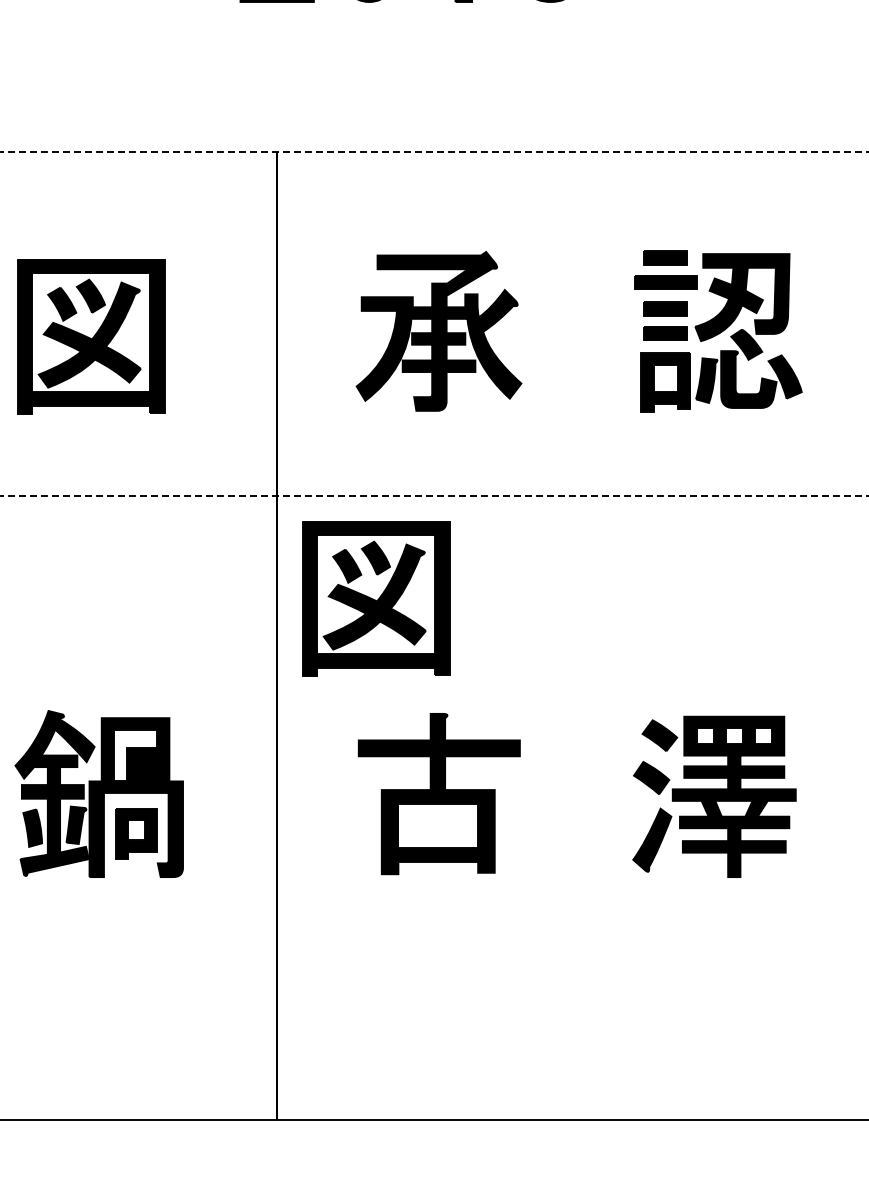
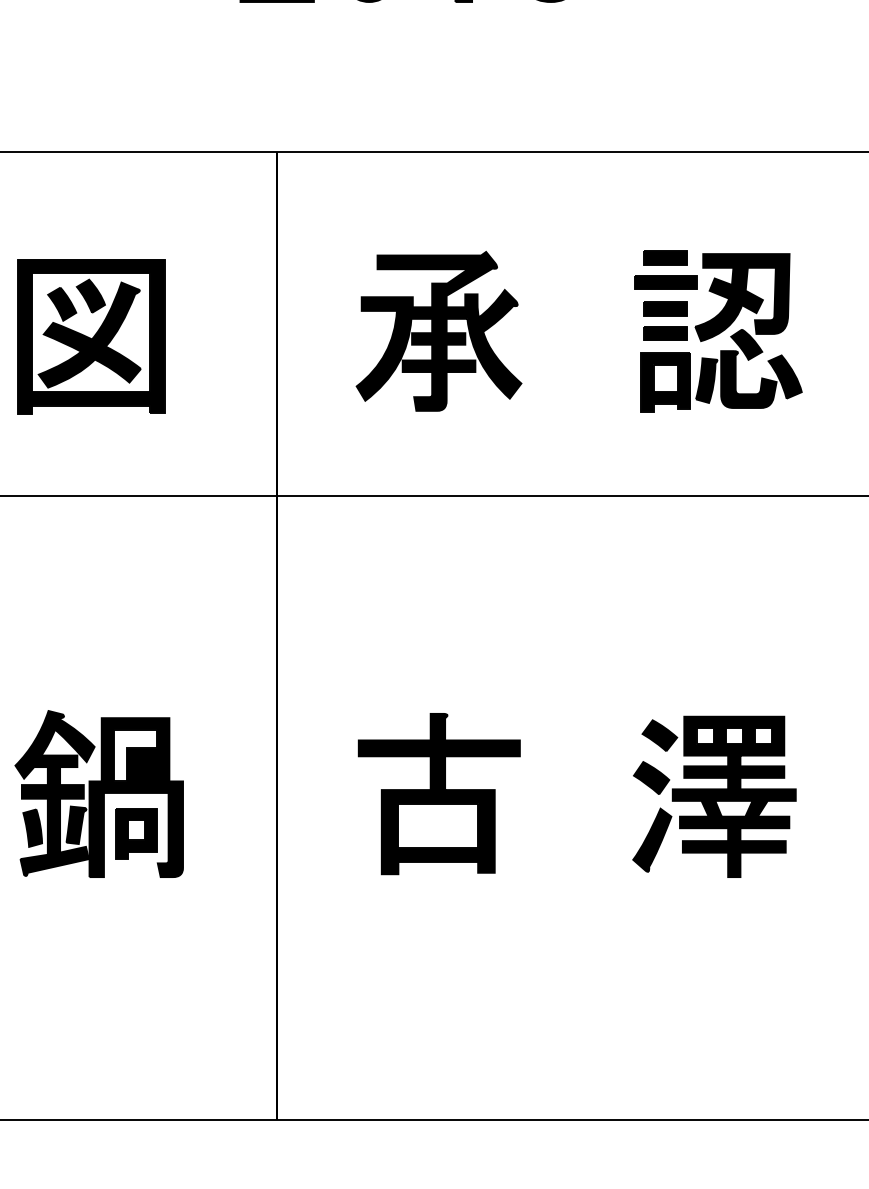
line at (434, 151): dashed -> solid
line at (434, 495): dashed -> solid
part at (376, 598): present -> none
